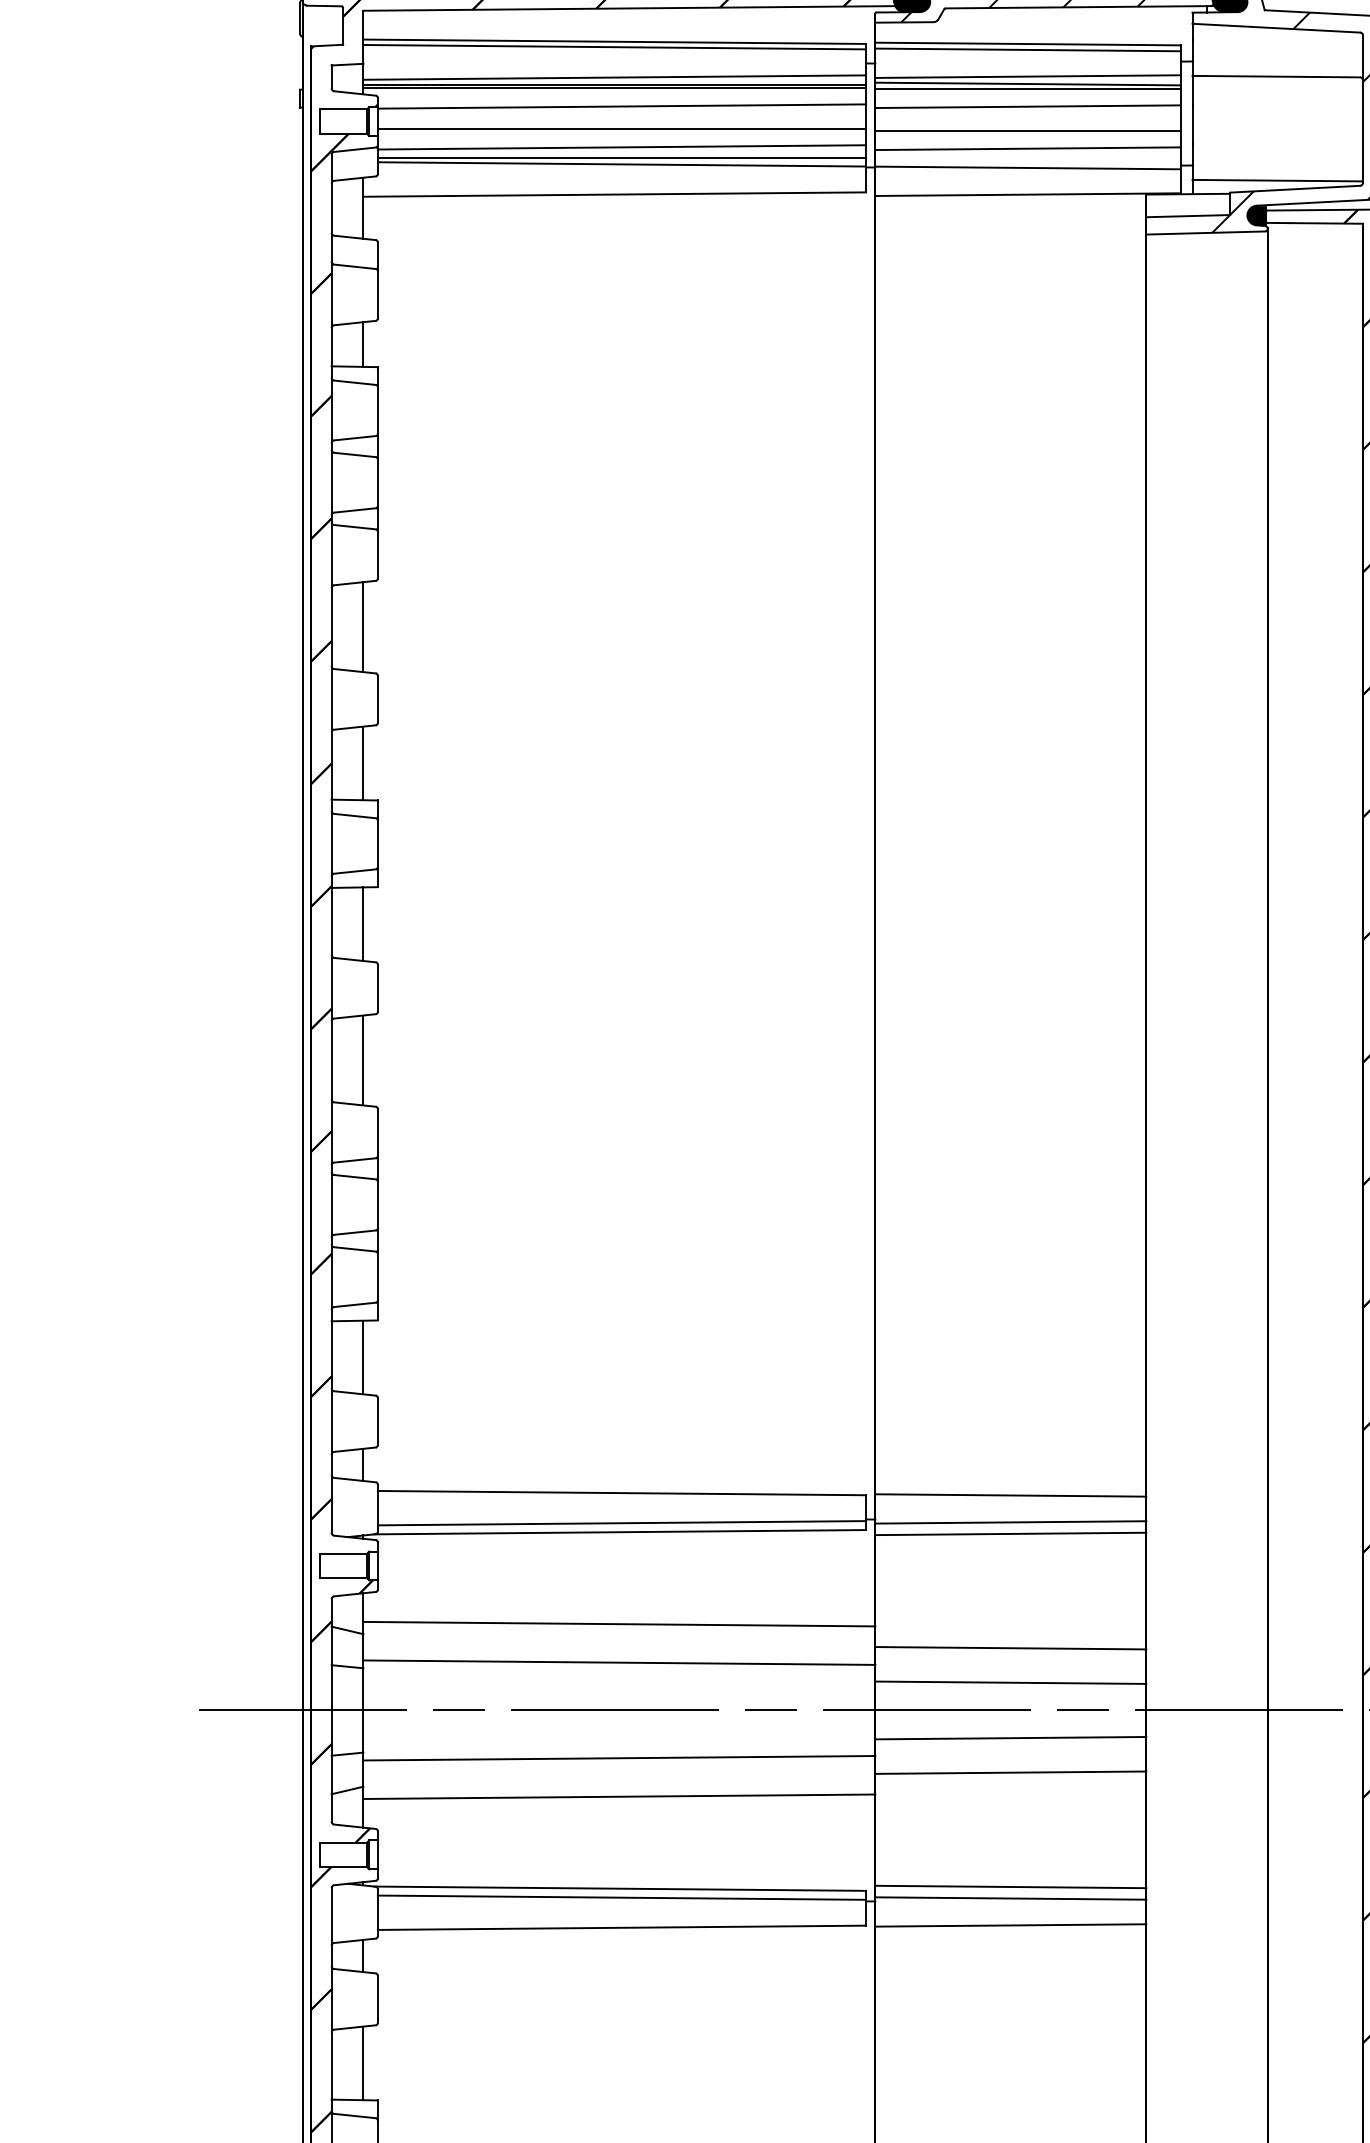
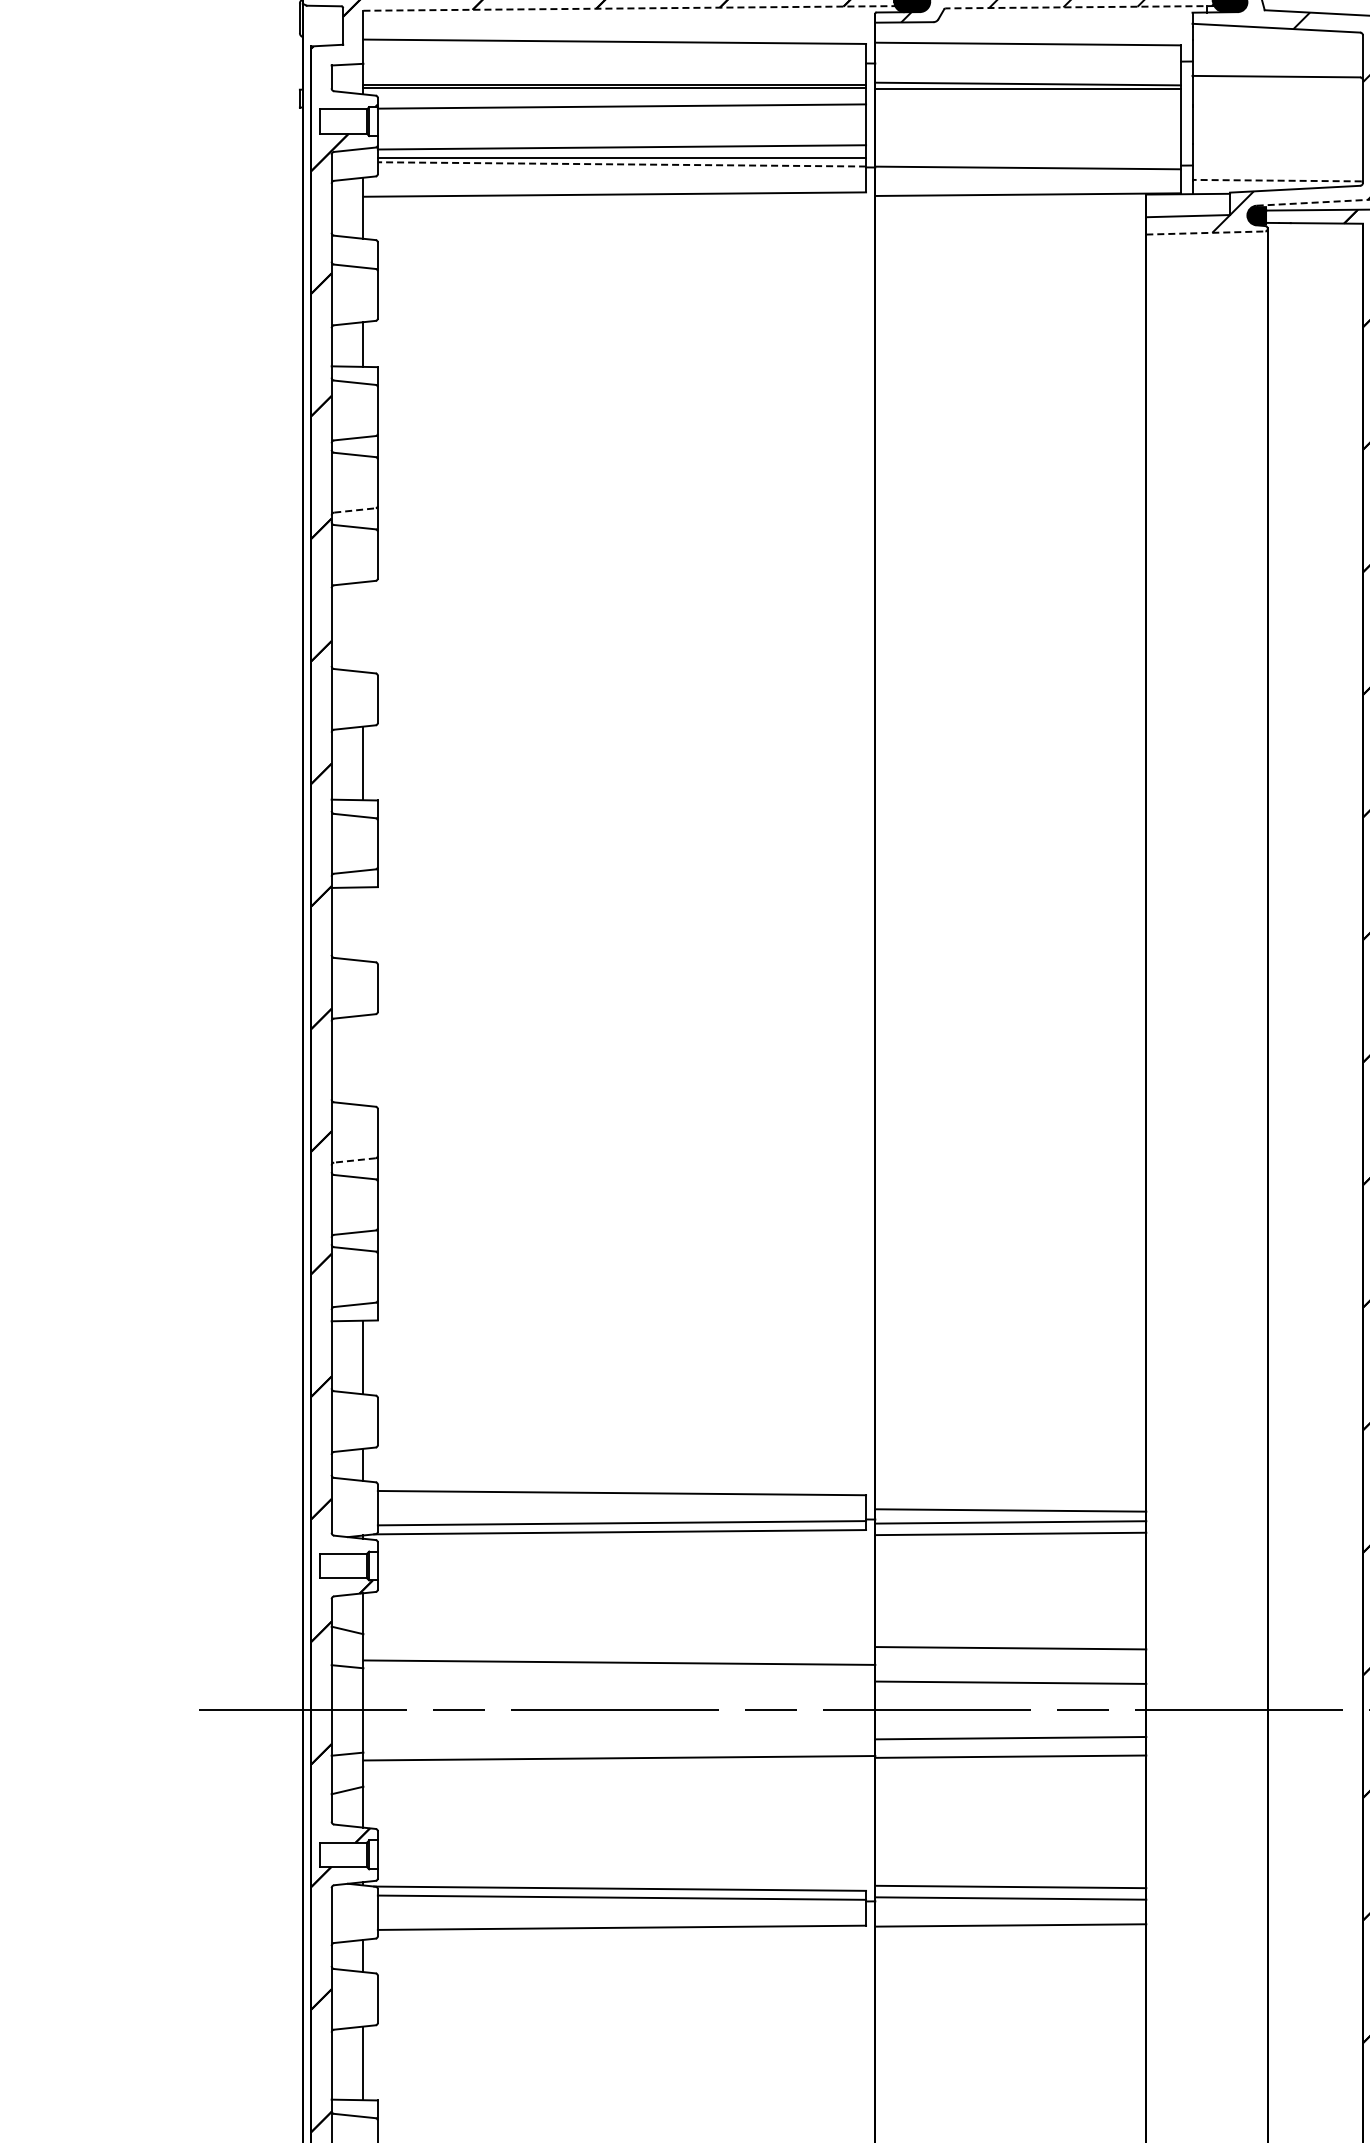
line at (1085, 7): solid -> dashed
line at (636, 8): solid -> dashed
line at (614, 47): present -> none
line at (1027, 49): present -> none
line at (1027, 76): present -> none
line at (614, 77): present -> none
line at (1027, 106): present -> none
line at (621, 128): present -> none
line at (1027, 131): present -> none
line at (1027, 148): present -> none
line at (621, 164): solid -> dashed
line at (1277, 180): solid -> dashed
line at (1313, 202): solid -> dashed
line at (1205, 233): solid -> dashed
line at (355, 510): solid -> dashed
line at (363, 627): present -> none
line at (363, 924): present -> none
line at (363, 1060): present -> none
line at (355, 1160): solid -> dashed
line at (1010, 1495) position: (1010, 1495) -> (1010, 1510)
line at (619, 1623): present -> none
line at (1010, 1772) position: (1010, 1772) -> (1010, 1756)
line at (619, 1796): present -> none
